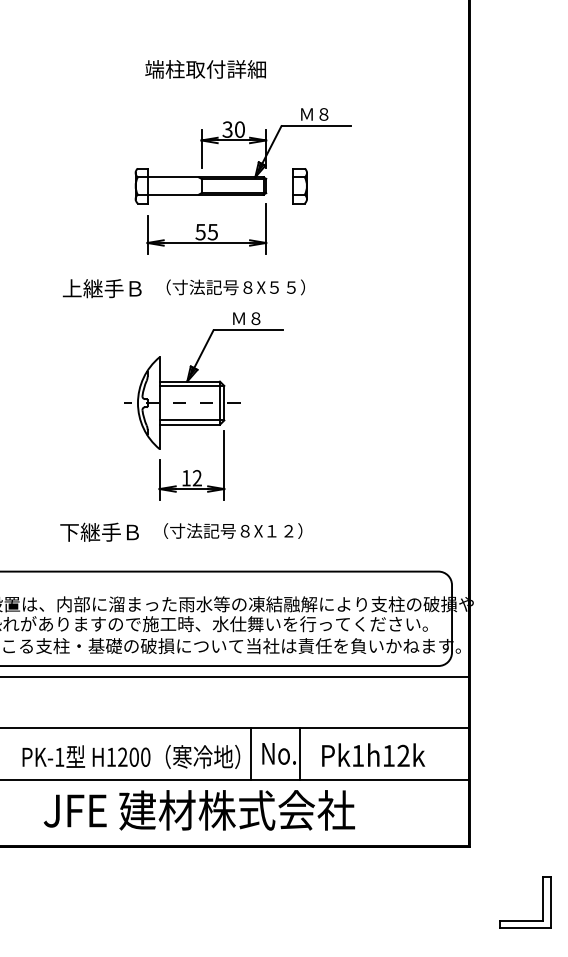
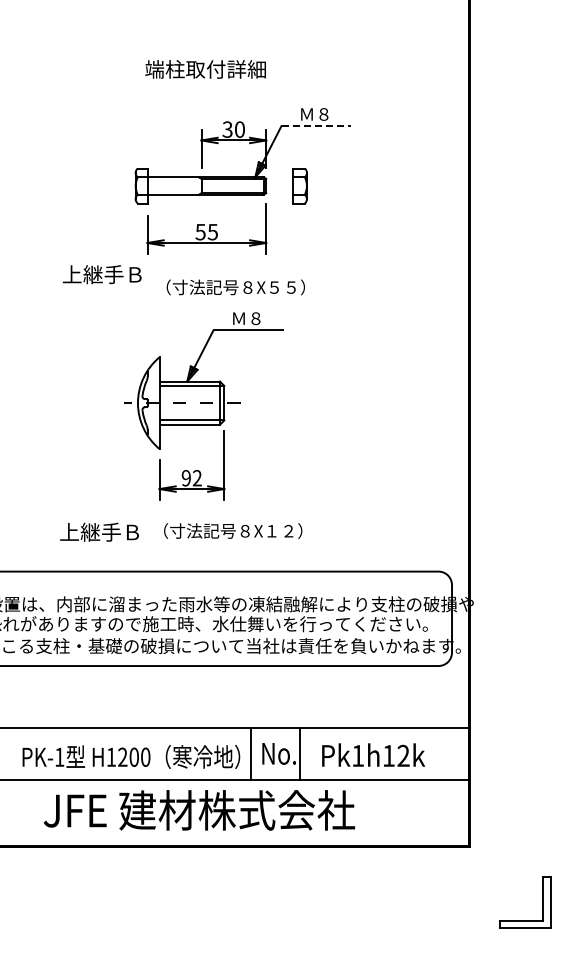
line at (316, 126): solid -> dashed
text at (101, 288) position: (101, 288) -> (101, 274)
text at (185, 478): 12 -> 92
text at (69, 532): 下継手Ｂ -> 上継手Ｂ
line at (235, 676): present -> none
